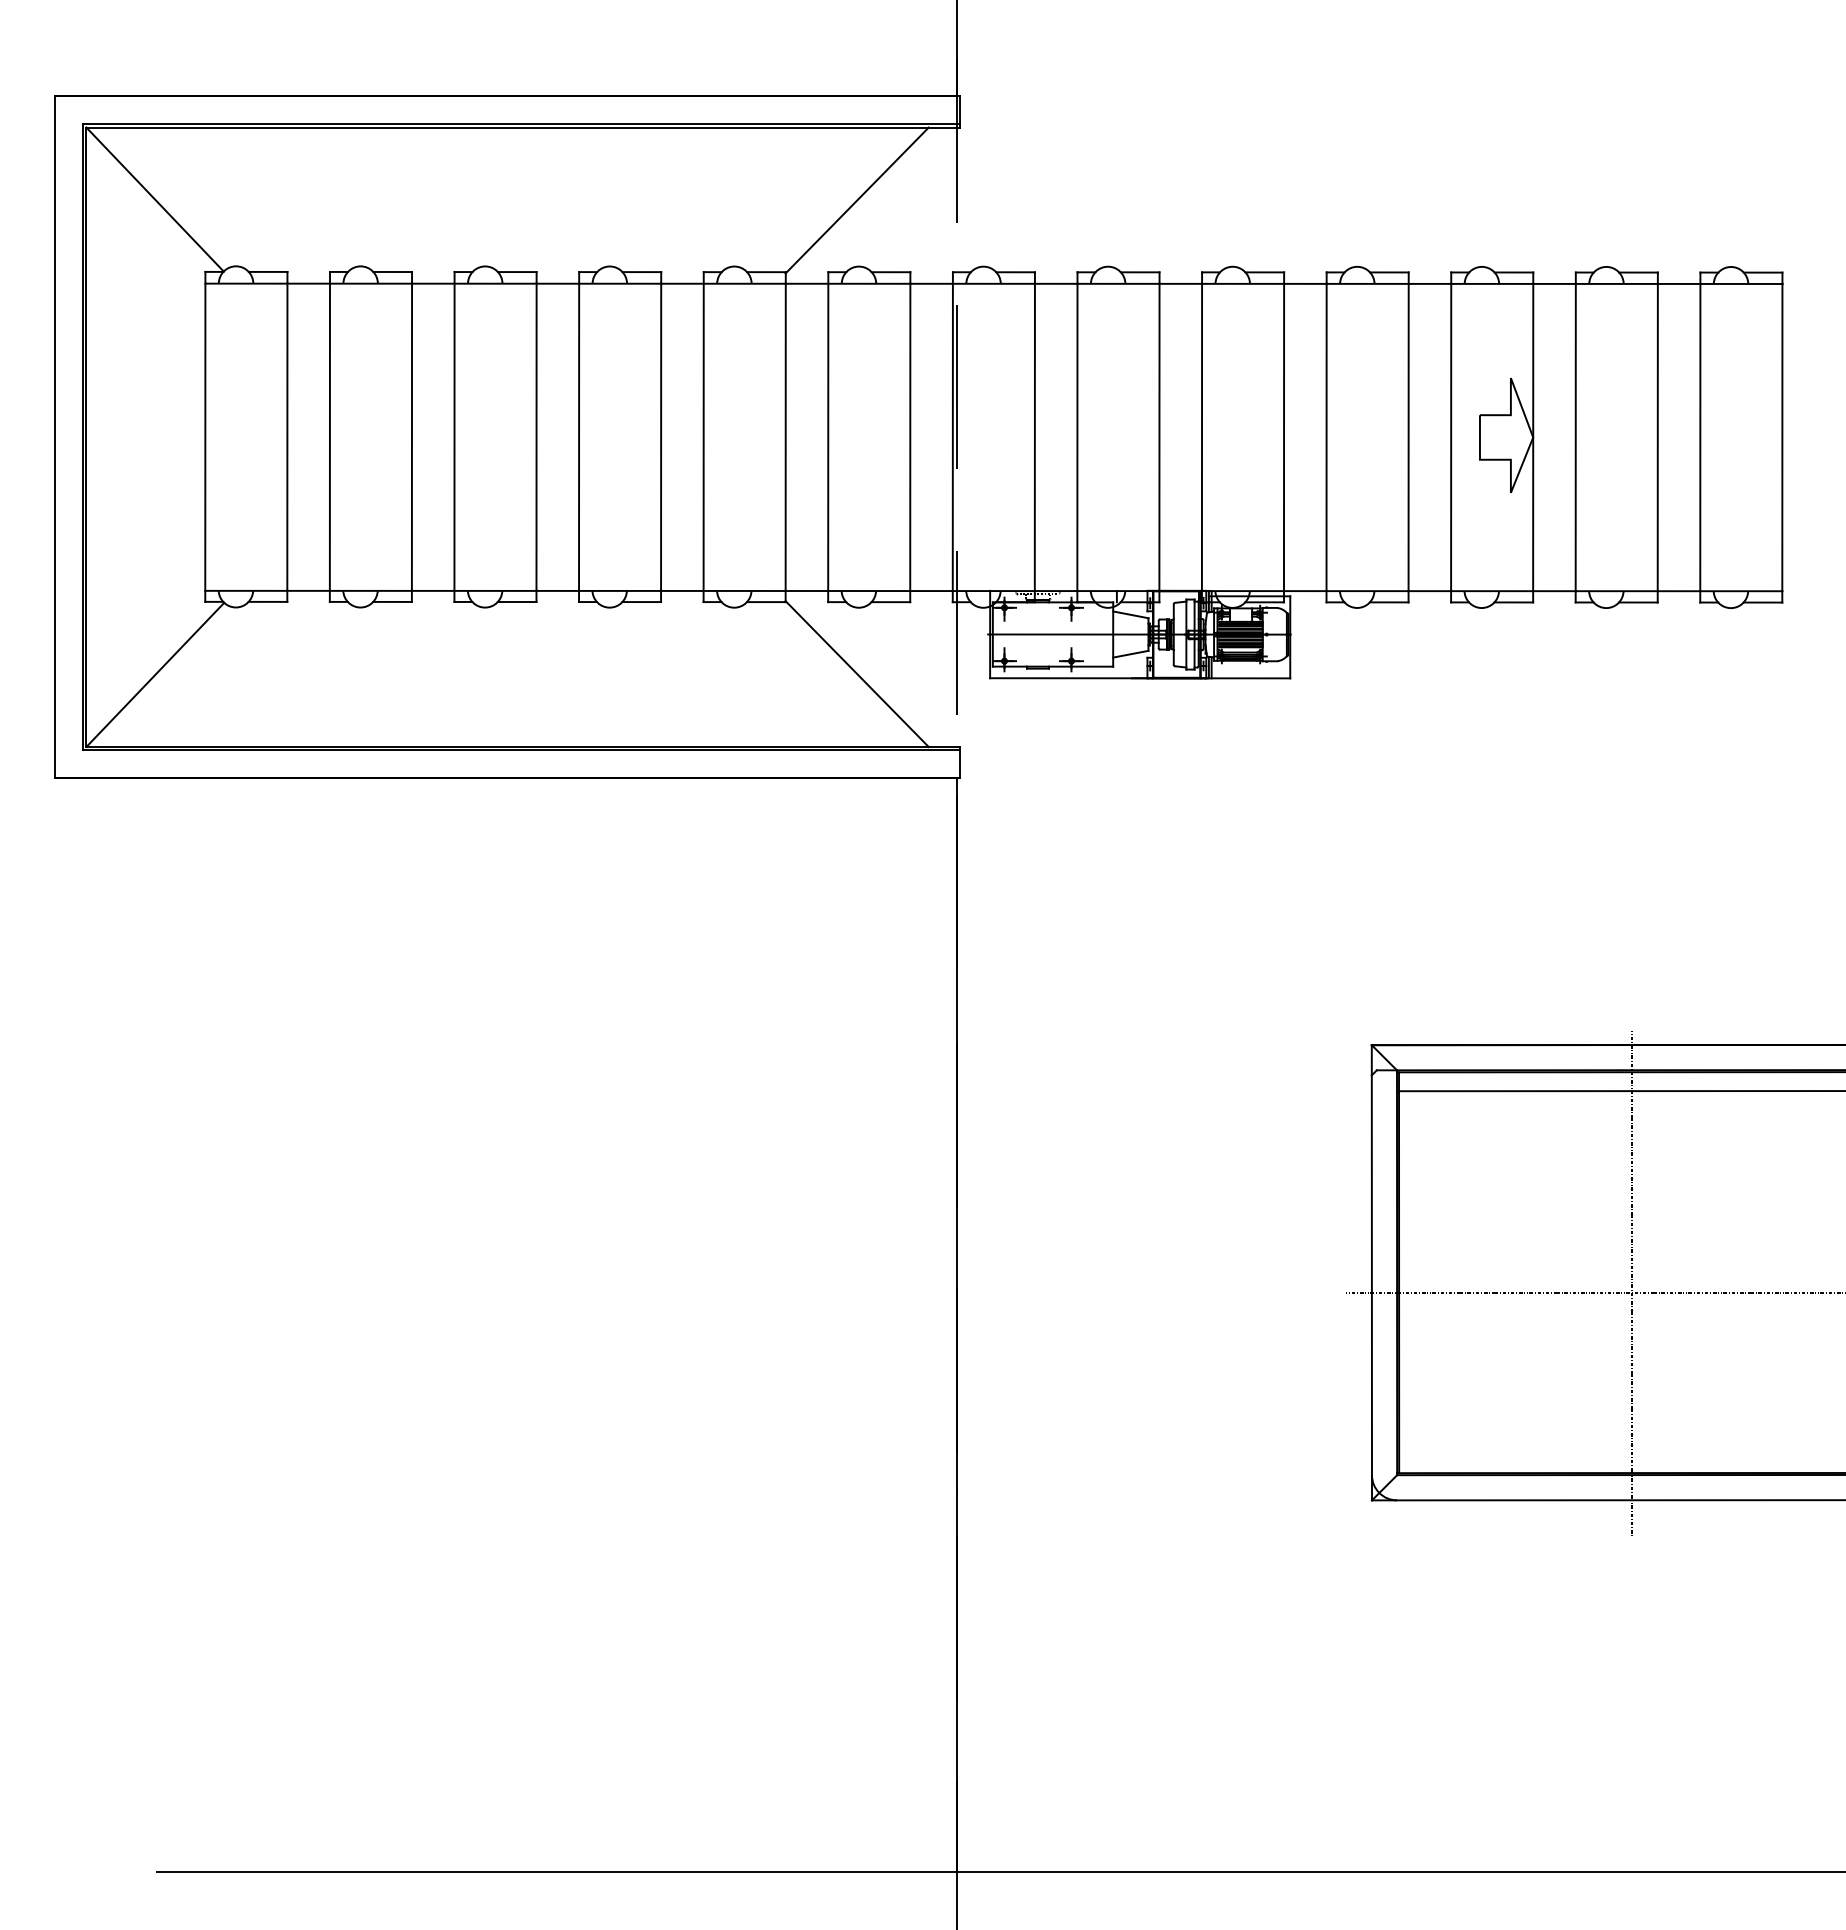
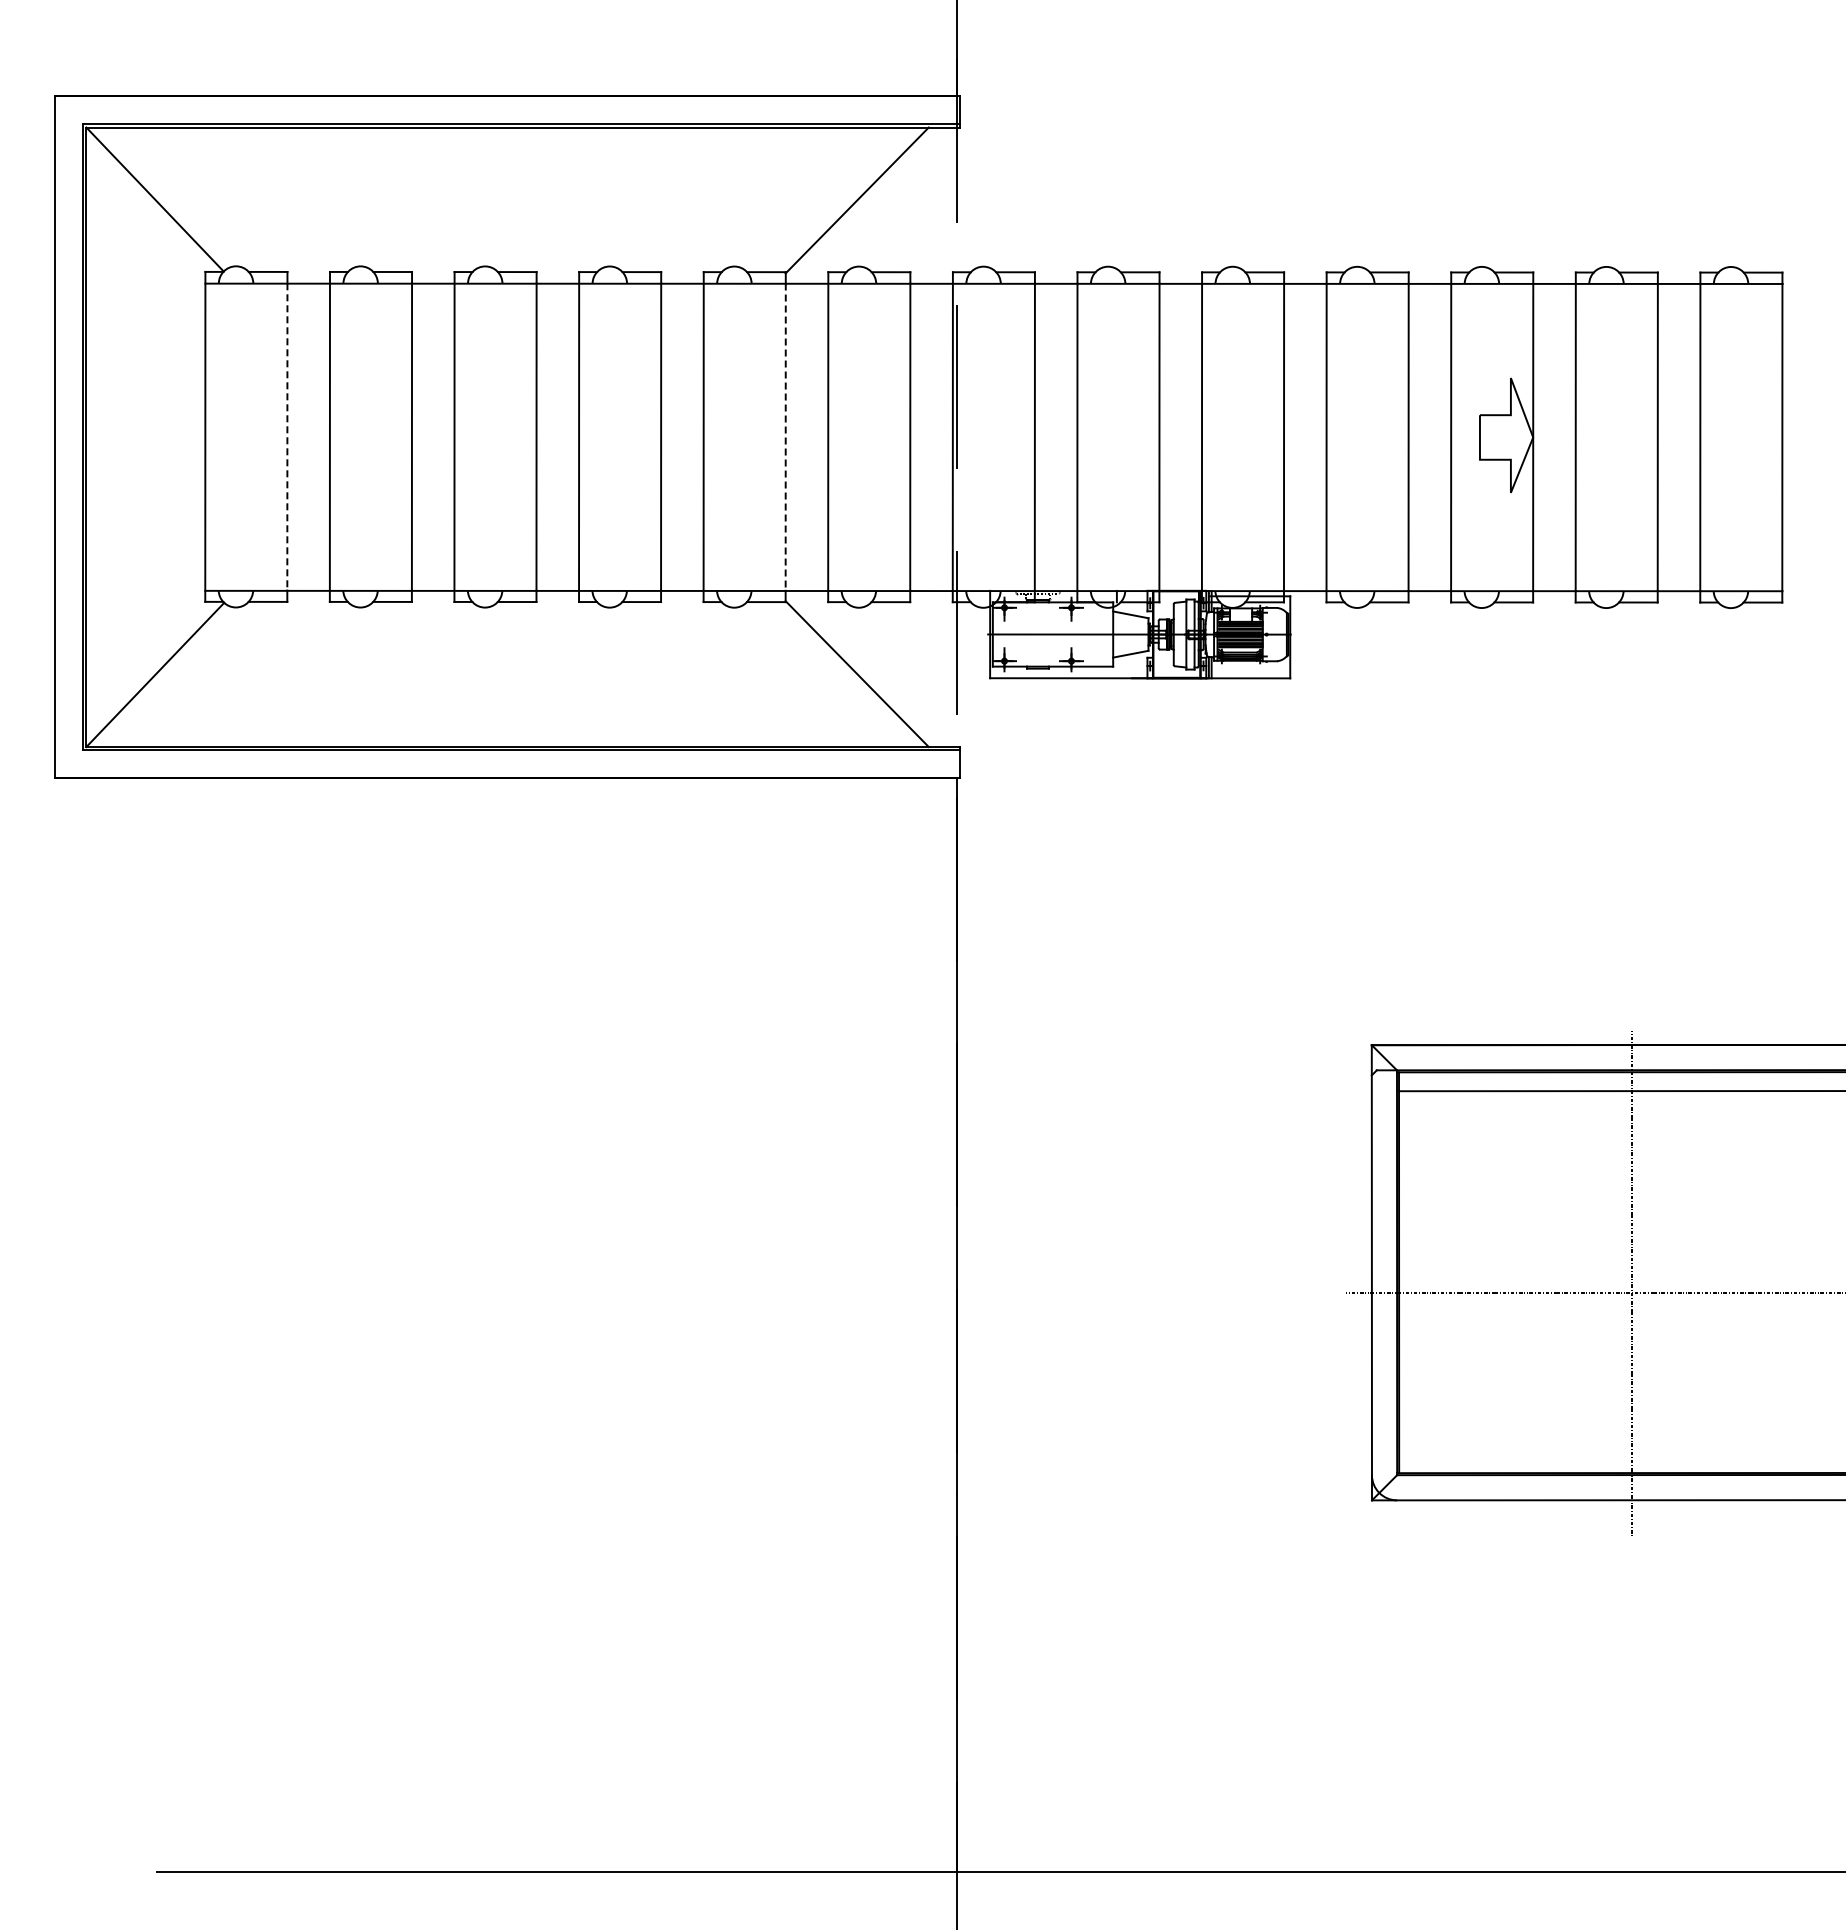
line at (287, 436): solid -> dashed
line at (785, 437): solid -> dashed
